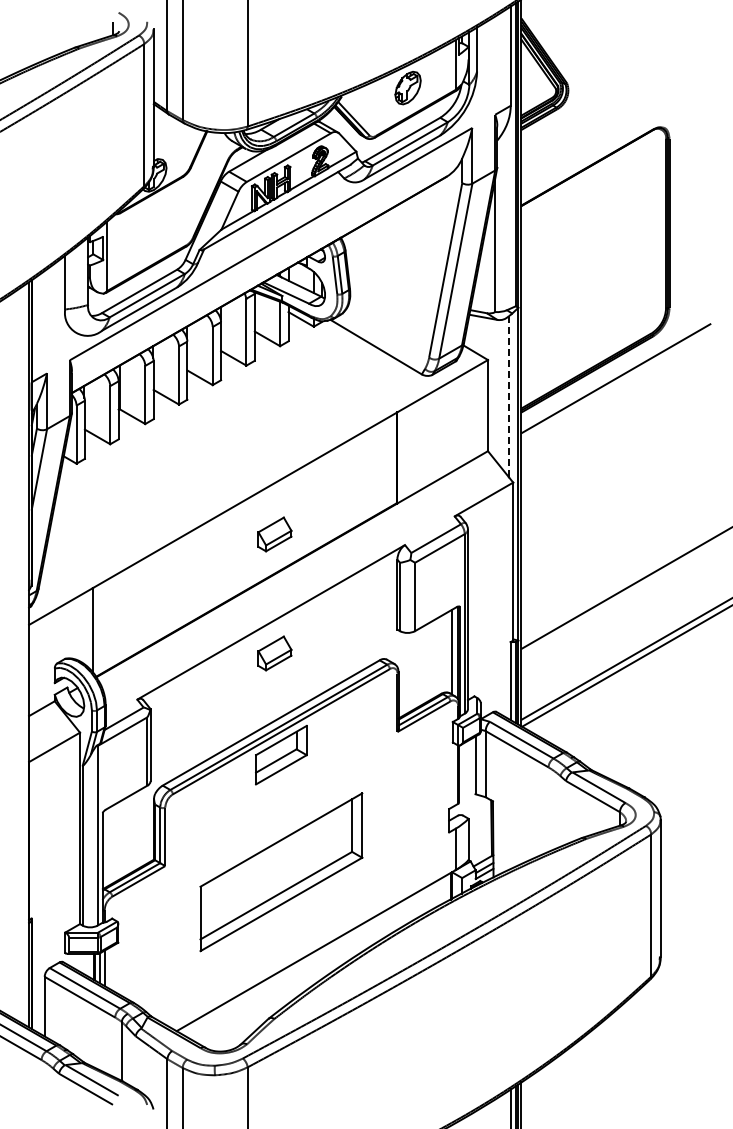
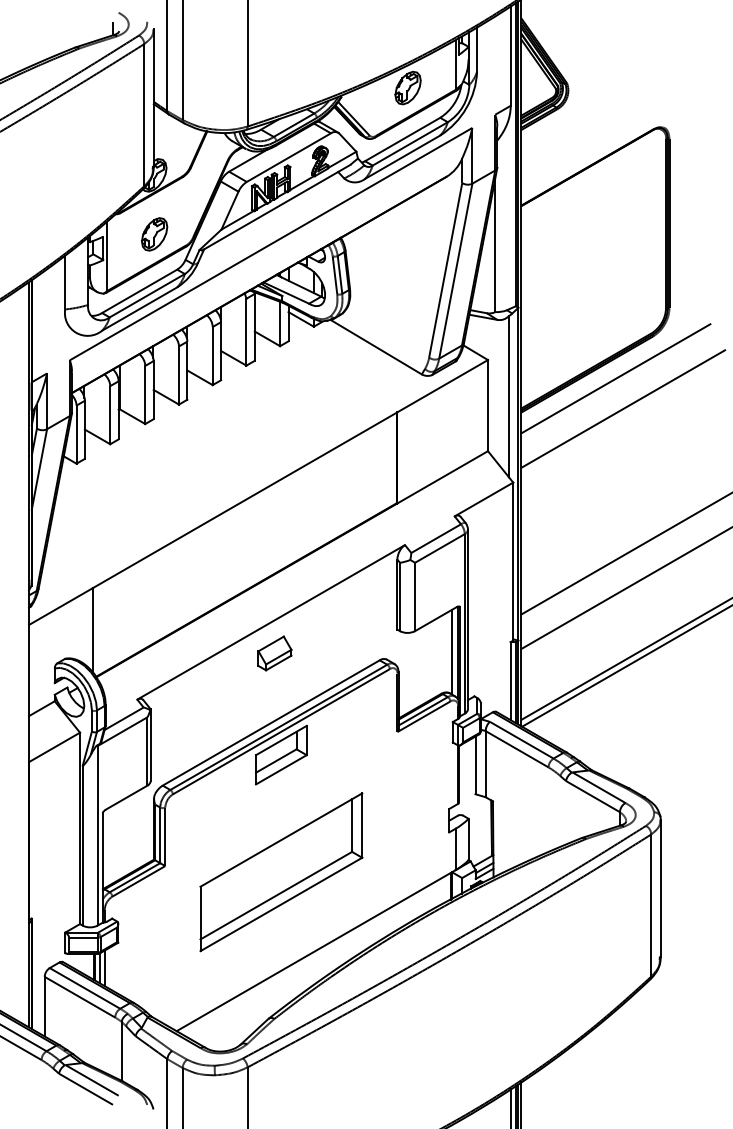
part at (154, 234): none -> present
line at (509, 396): dashed -> solid
line at (623, 408): none -> present
part at (274, 534): present -> none
line at (625, 554): none -> present
